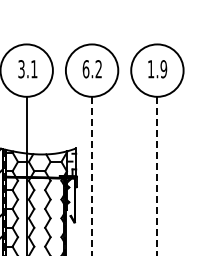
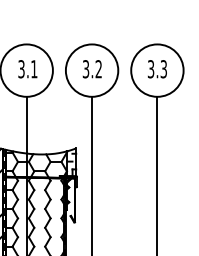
text at (85, 69): 6.2 -> 3.2
text at (157, 69): 1.9 -> 3.3
line at (92, 176): dashed -> solid
line at (157, 176): dashed -> solid
